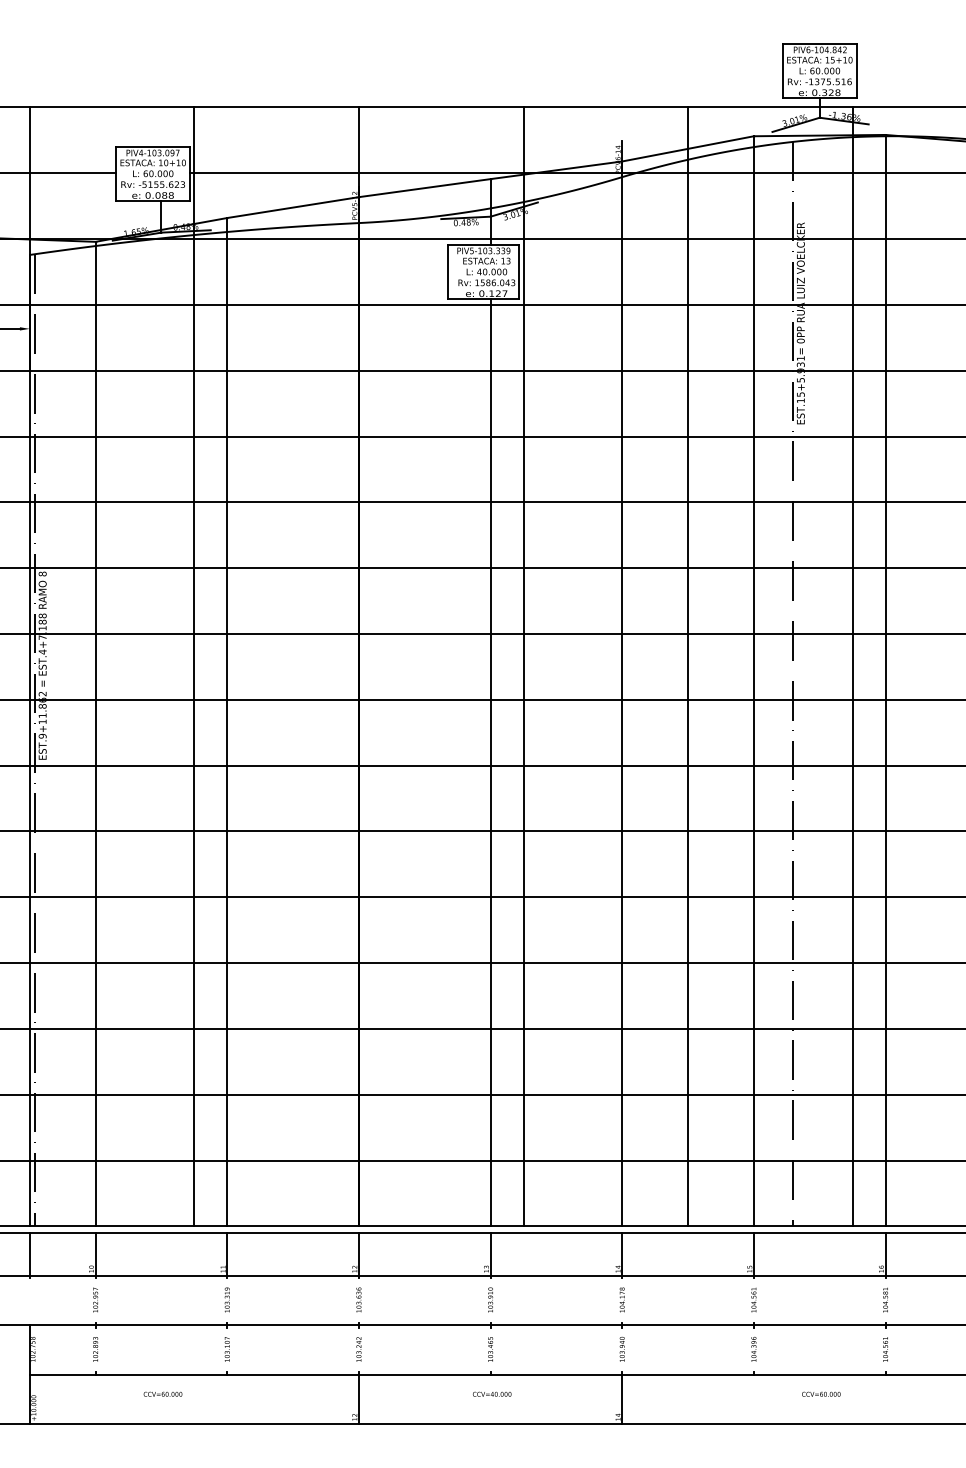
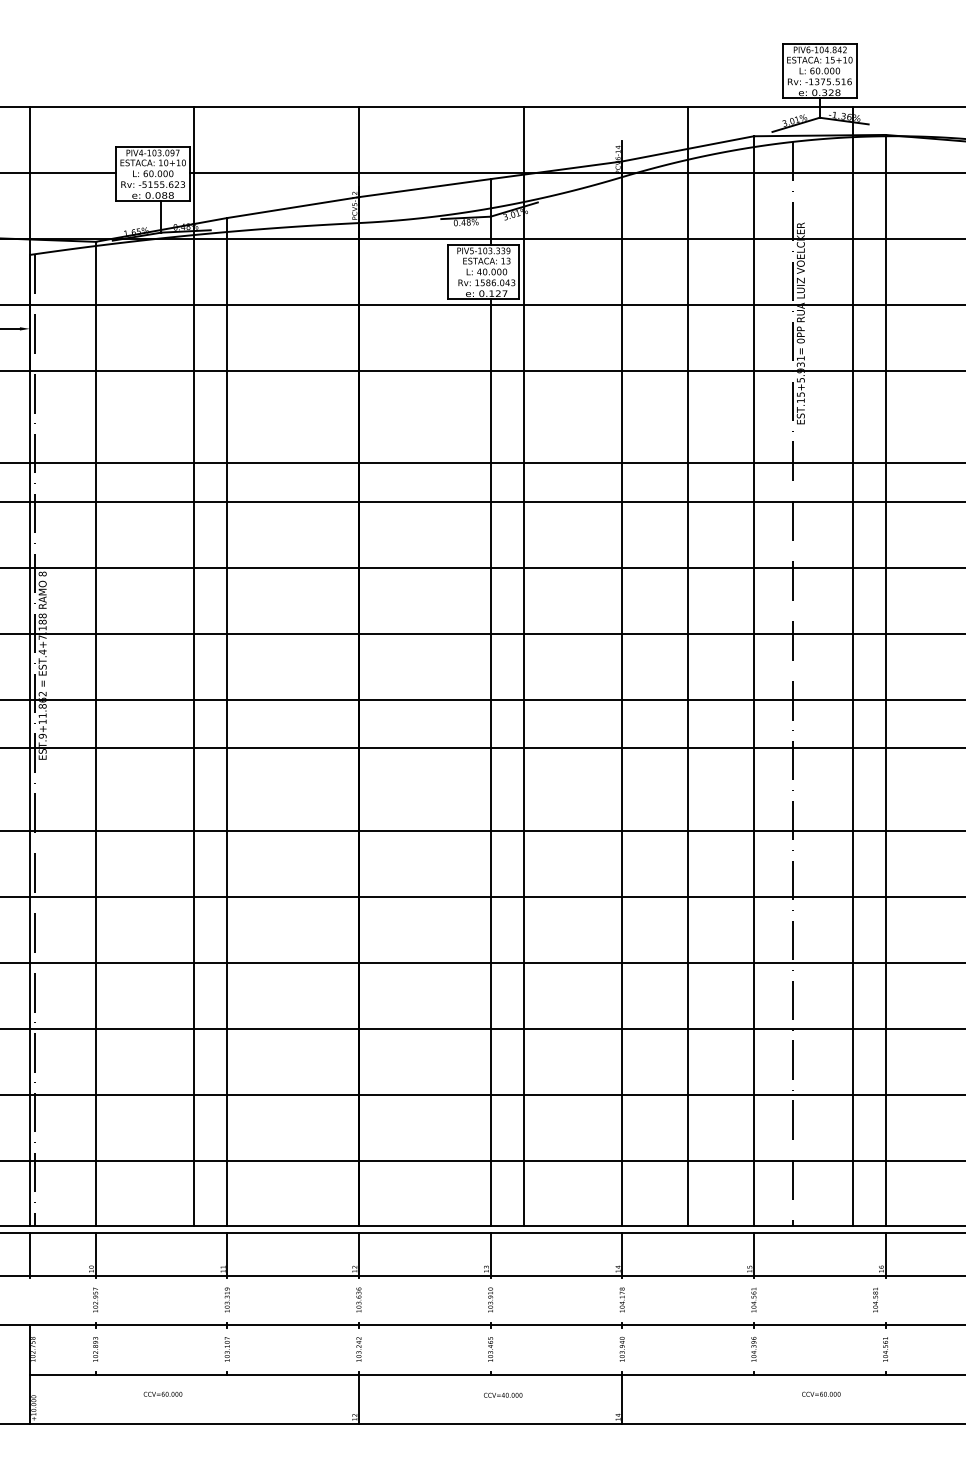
line at (482, 436) position: (482, 436) -> (482, 462)
line at (482, 765) position: (482, 765) -> (482, 747)
text at (885, 1299) position: (885, 1299) -> (875, 1299)
text at (492, 1393) position: (492, 1393) -> (503, 1394)
